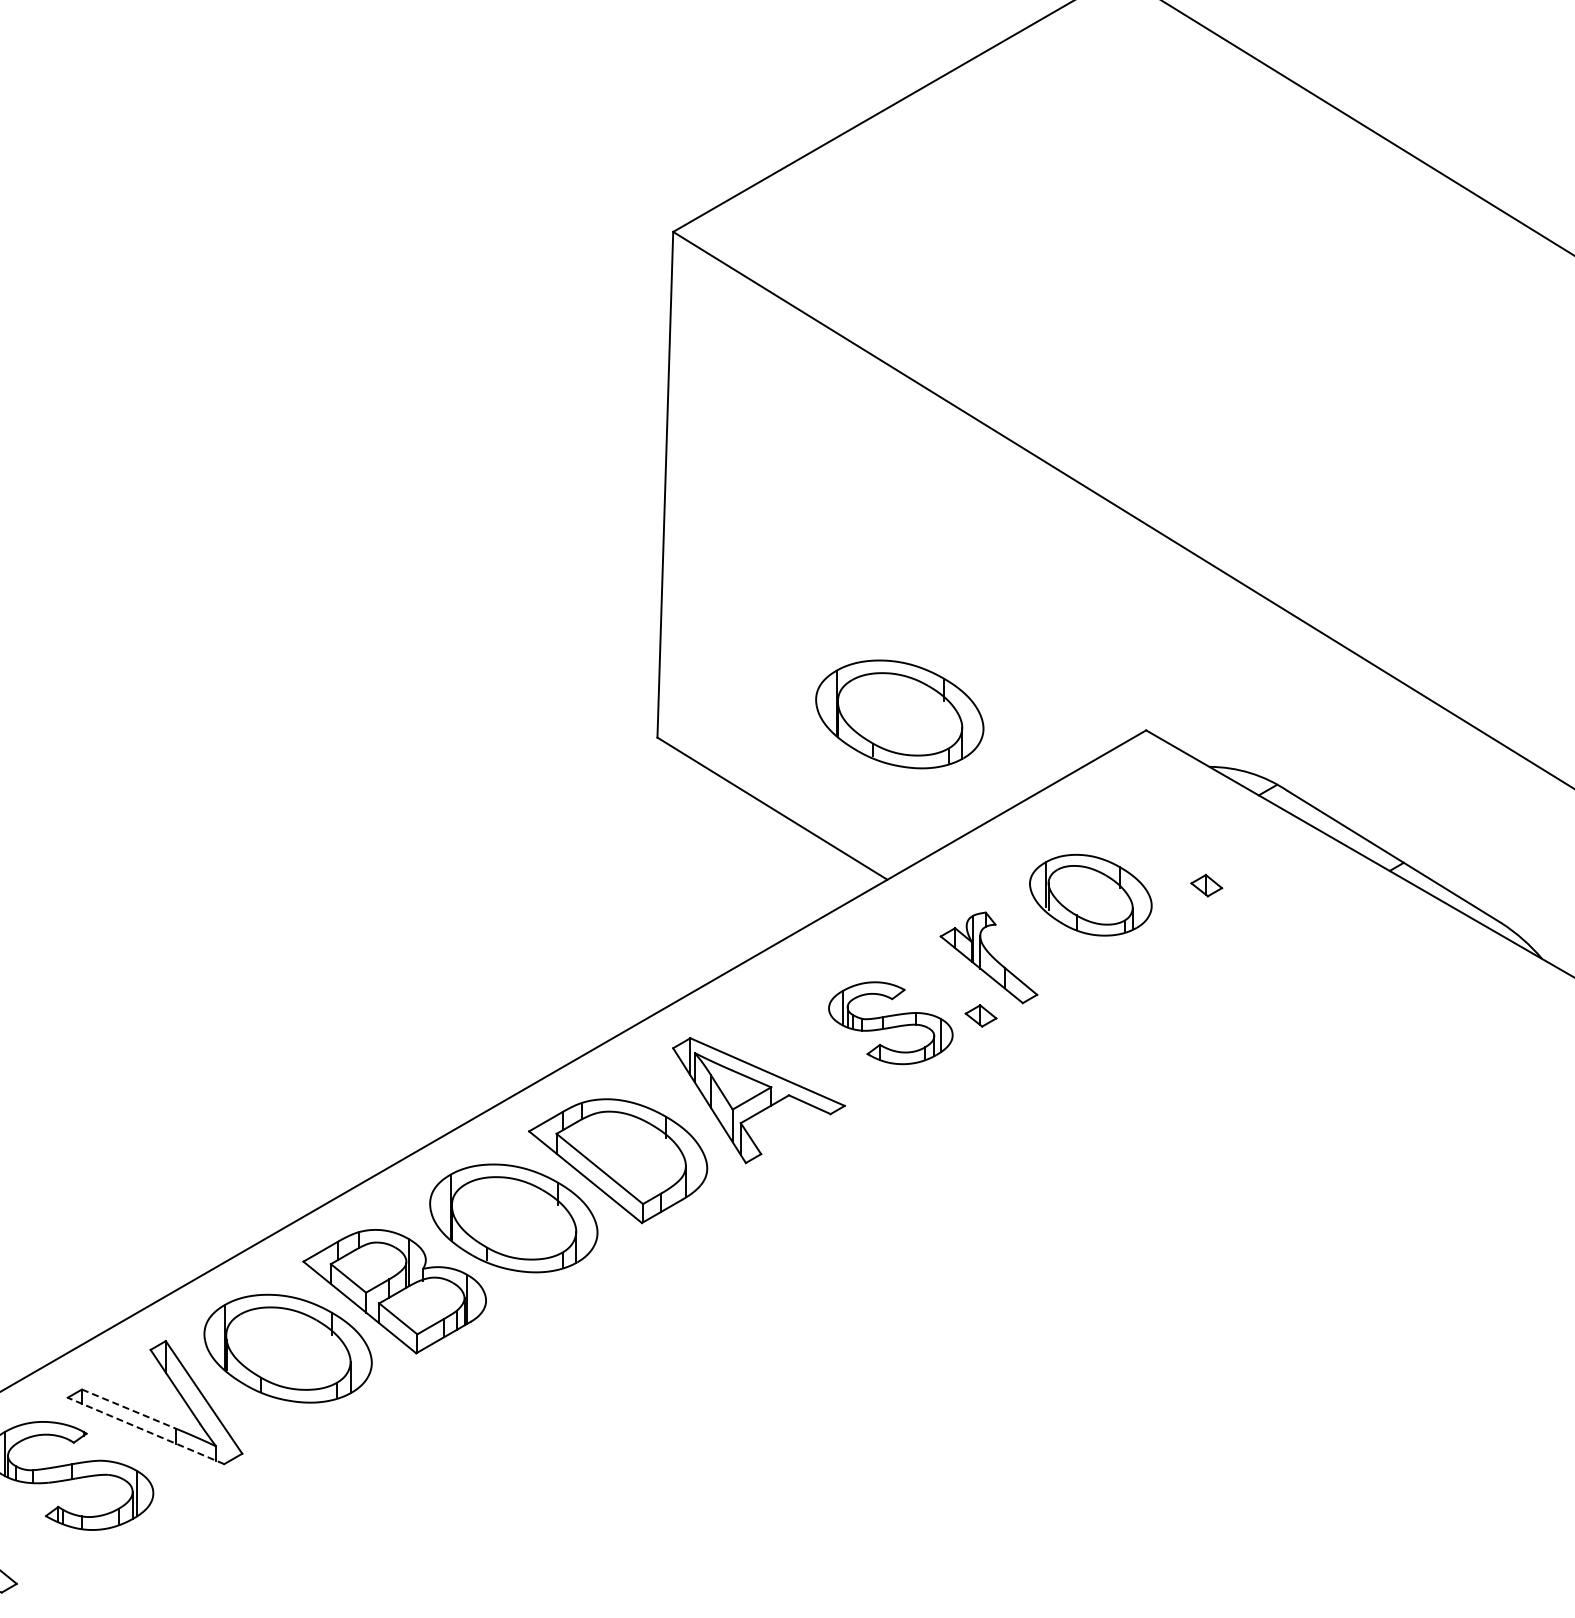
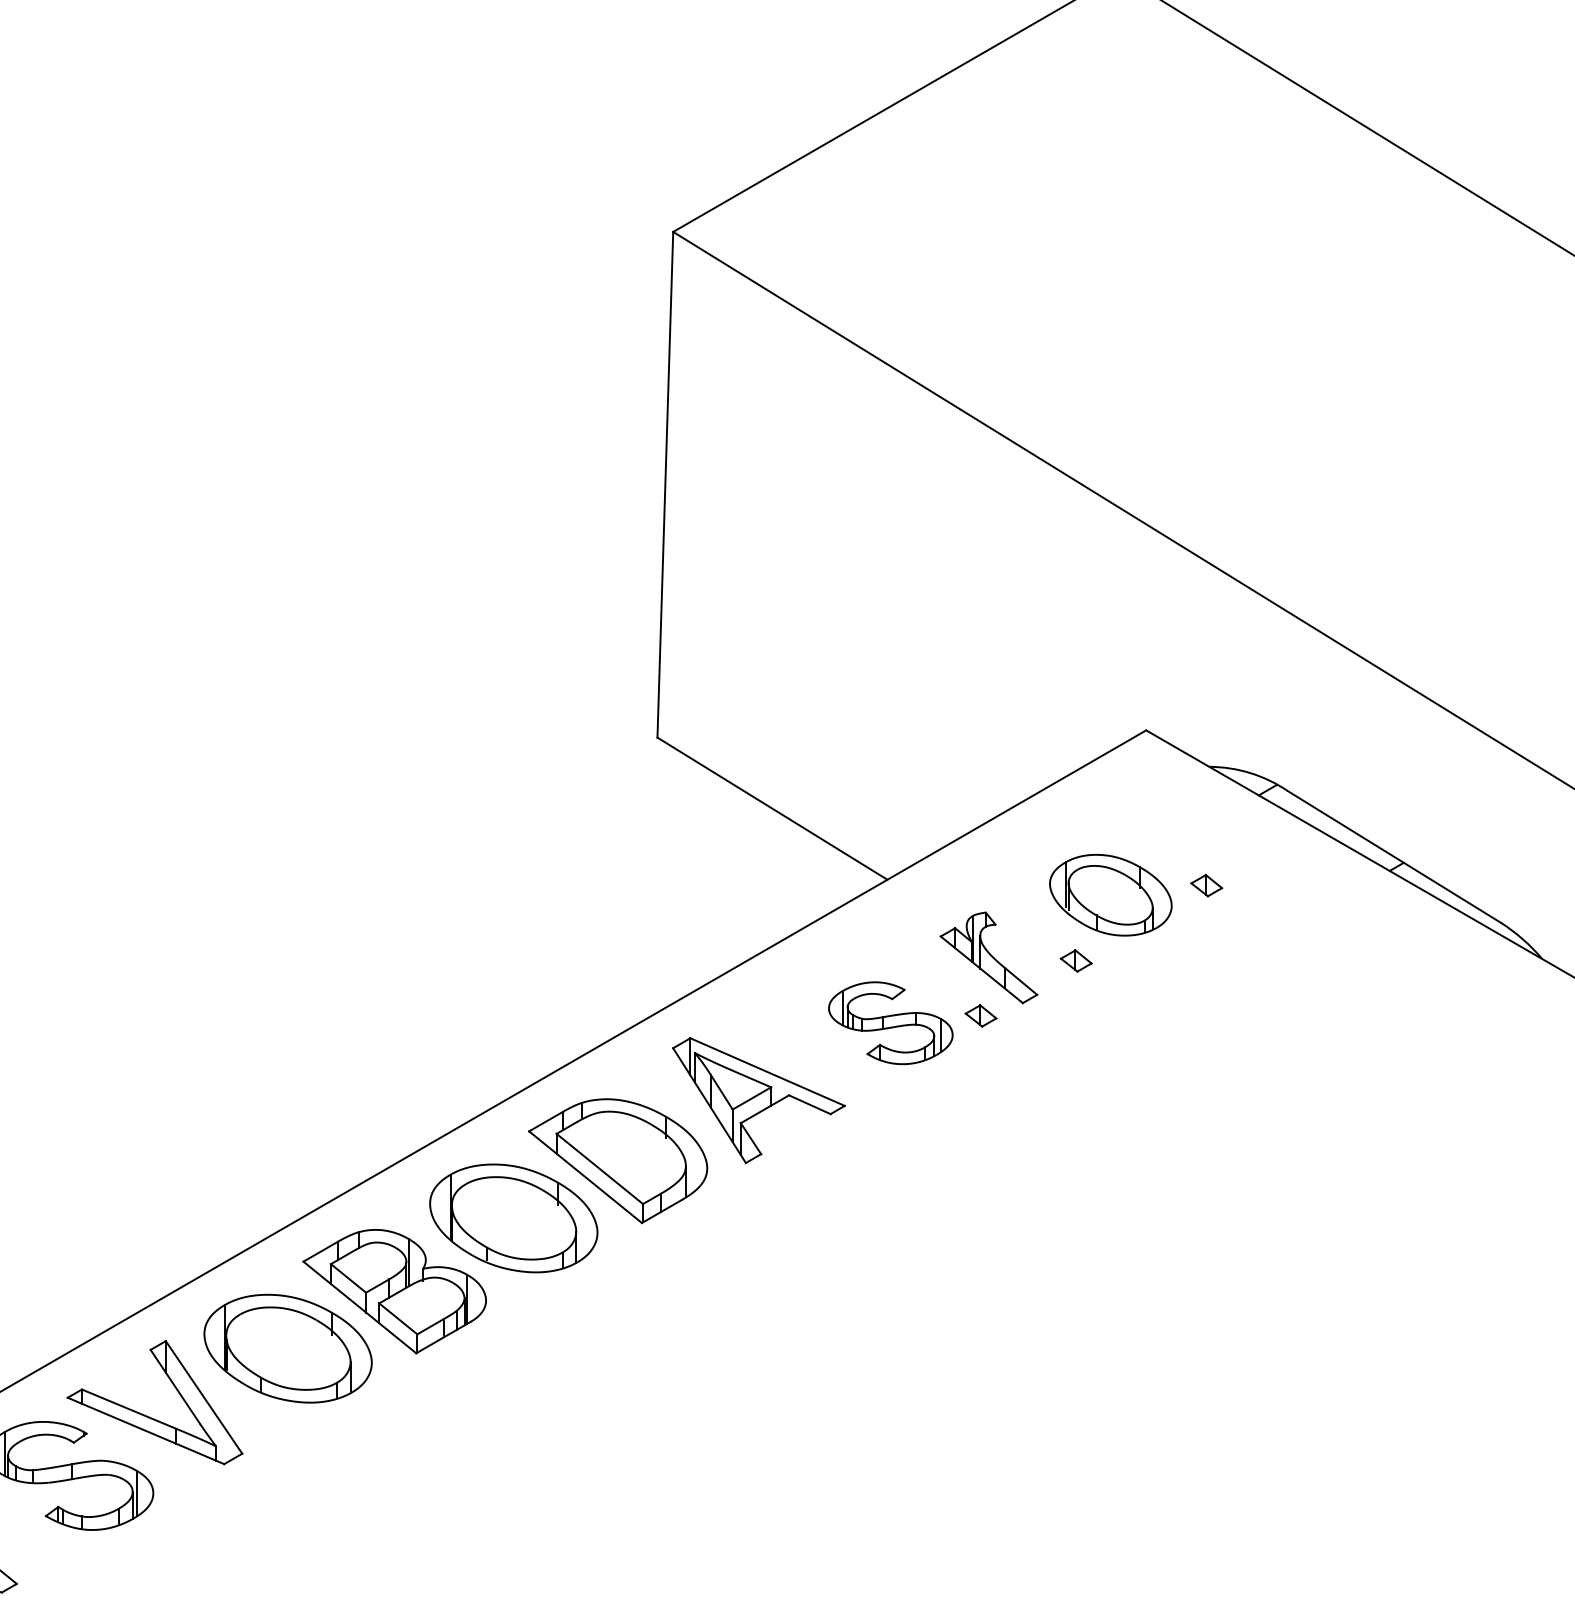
part at (899, 714): present -> none
part at (1090, 895) position: (1090, 895) -> (1110, 895)
part at (1075, 960): none -> present
line at (128, 1409): dashed -> solid
line at (145, 1430): dashed -> solid
